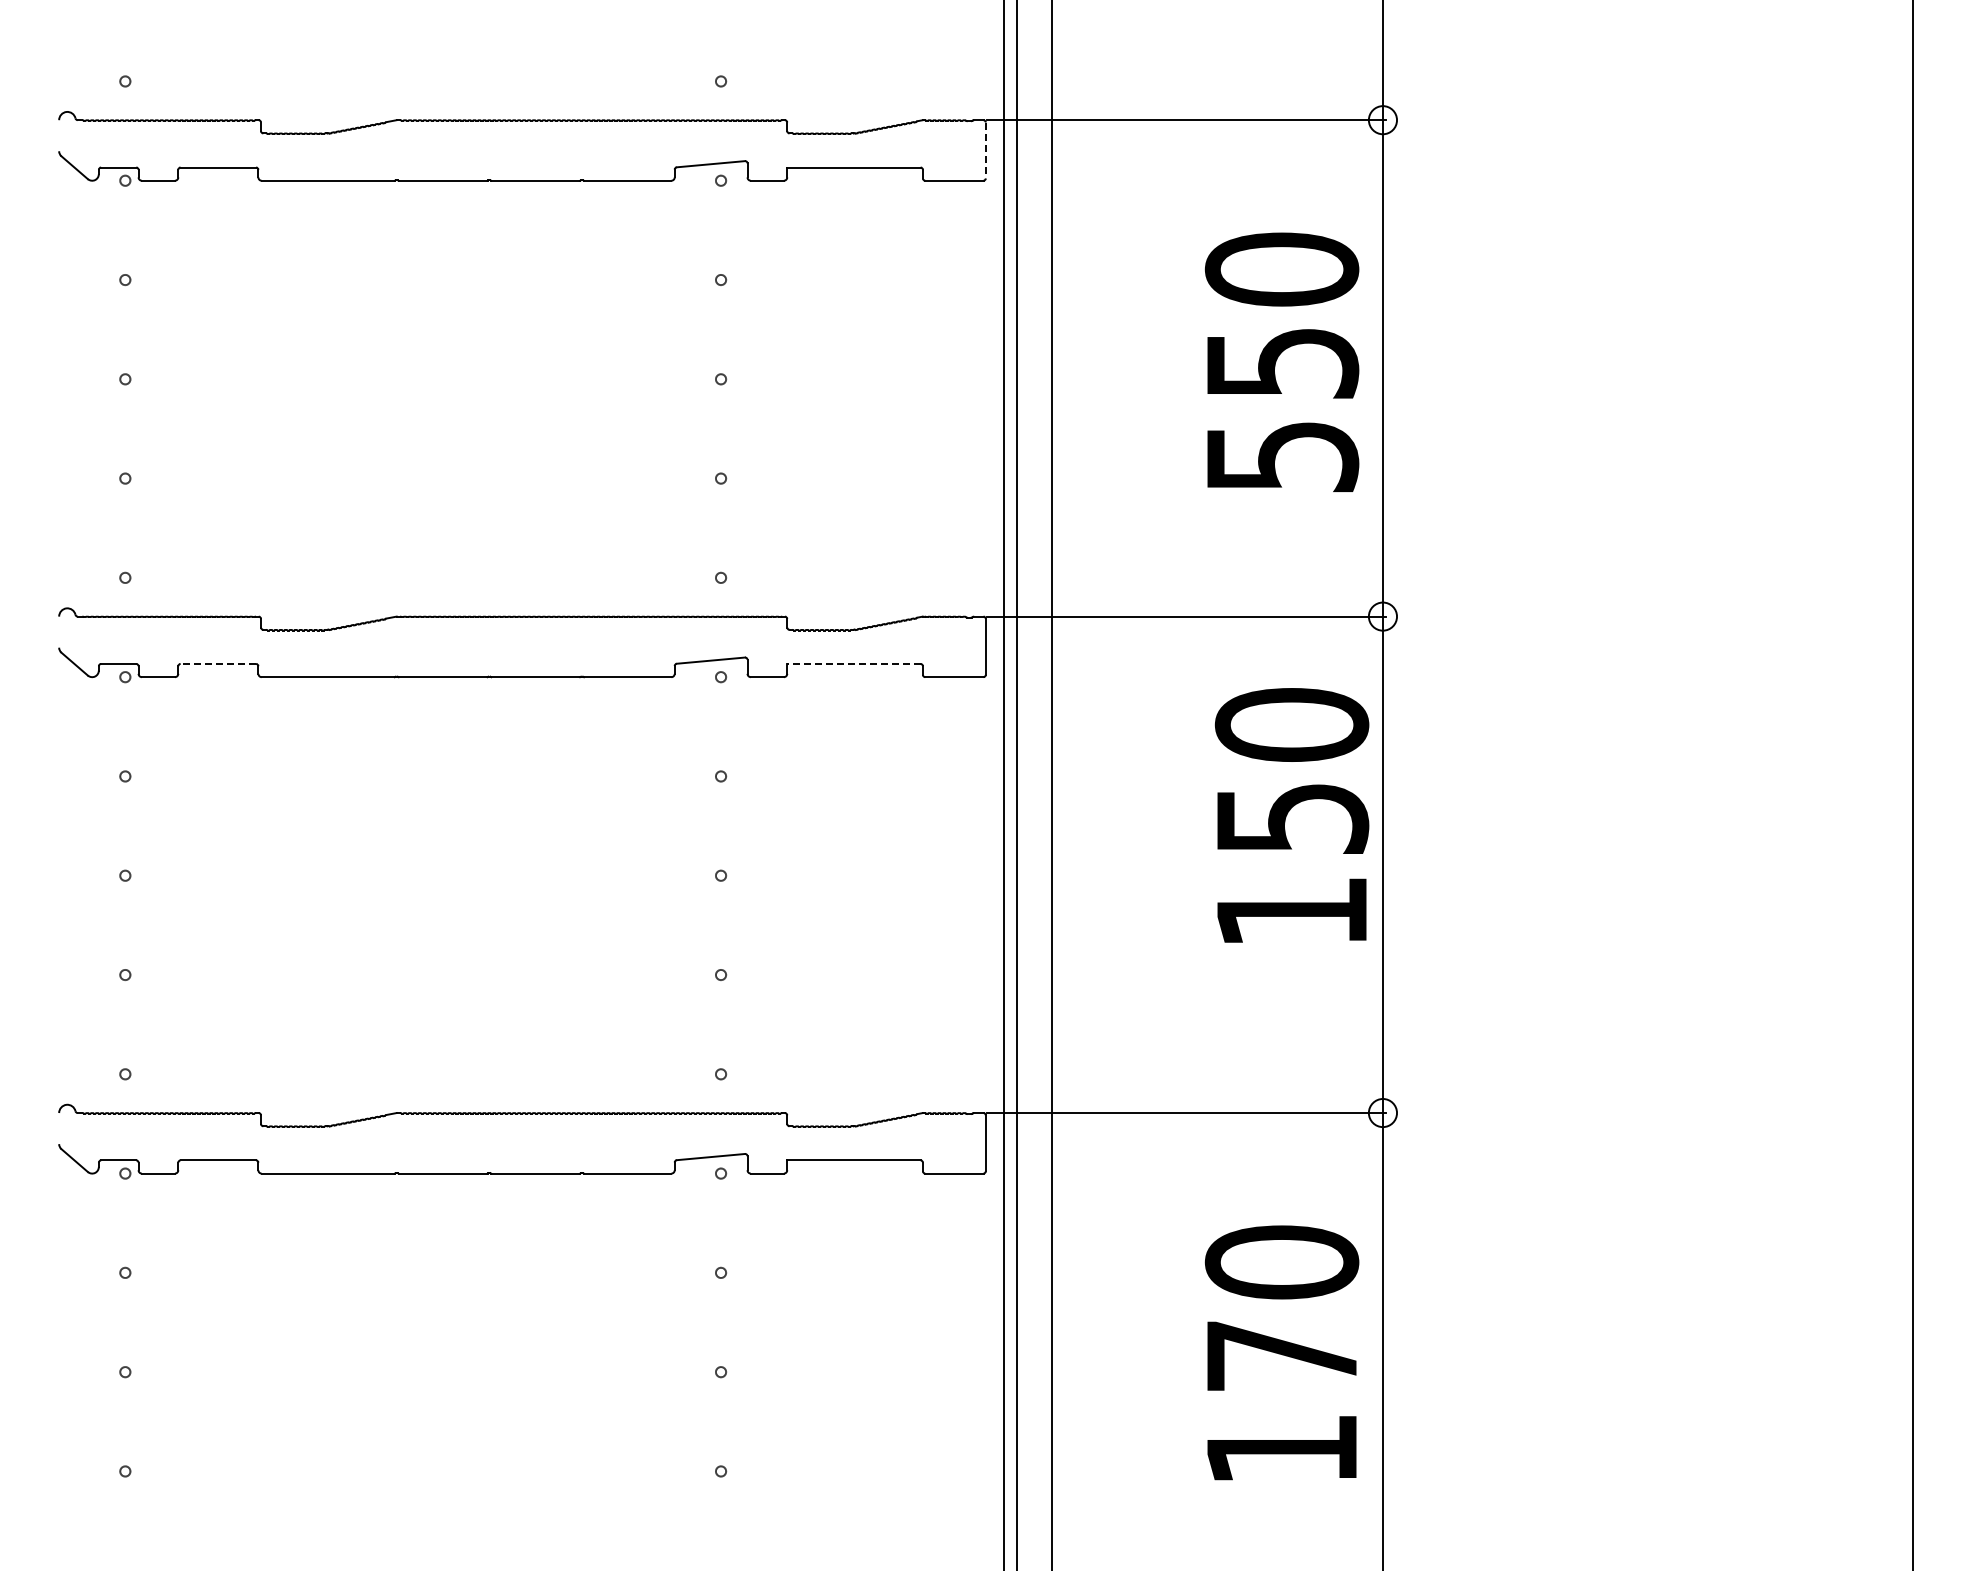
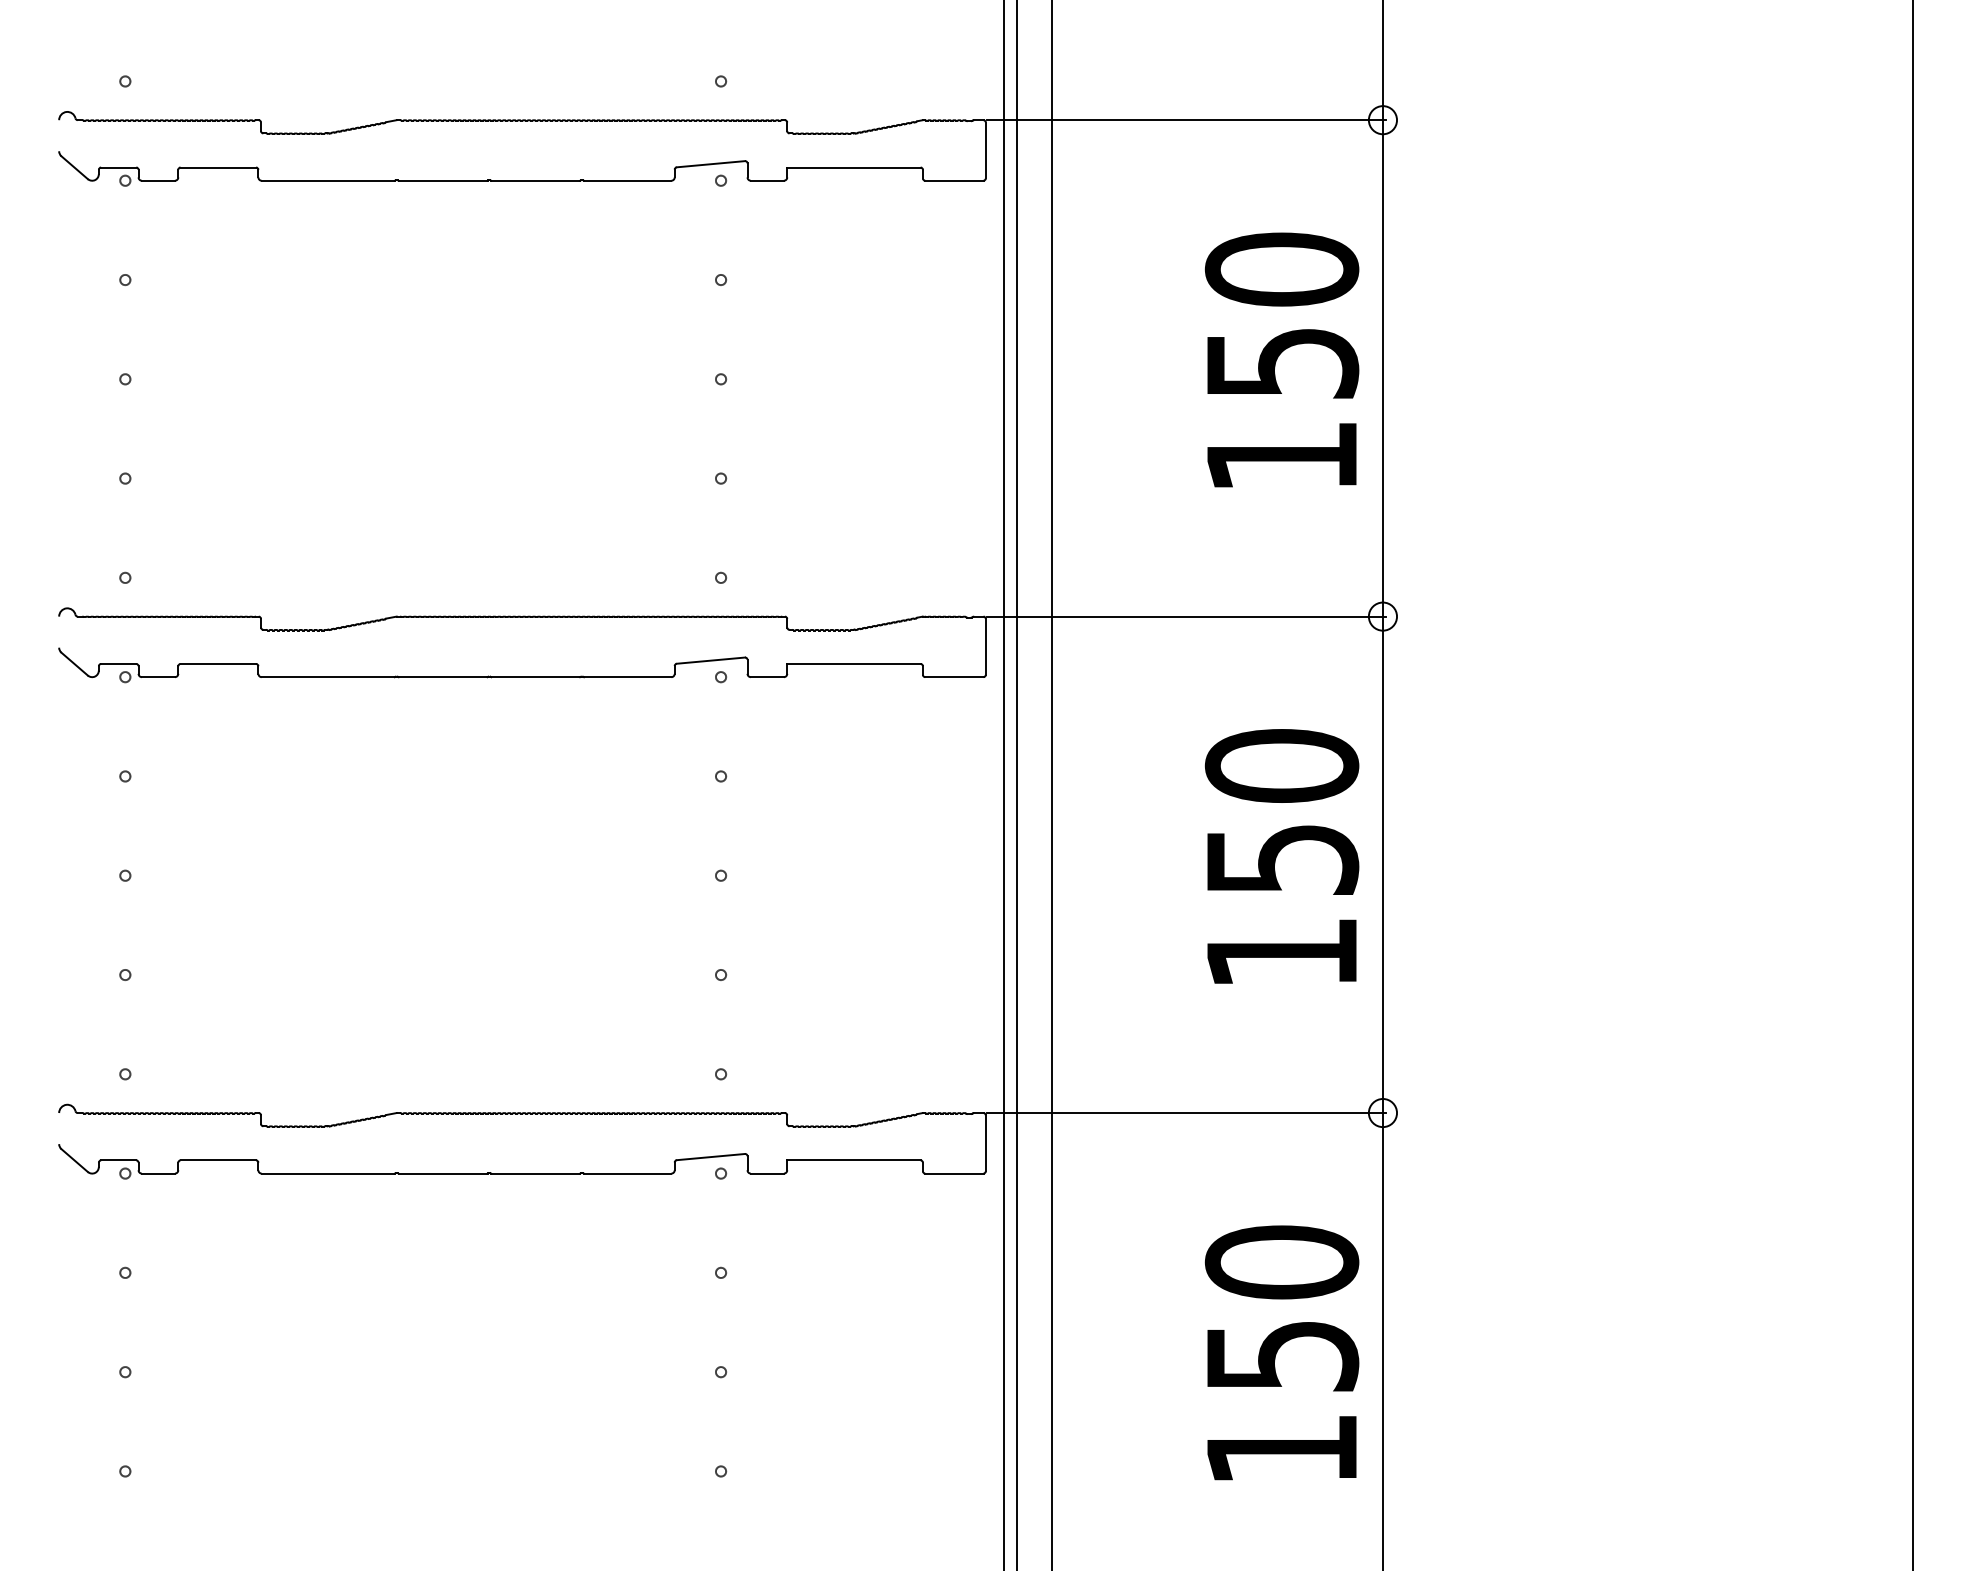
line at (985, 150): dashed -> solid
text at (1283, 457): 550 -> 150
line at (218, 663): dashed -> solid
line at (853, 663): dashed -> solid
text at (1292, 815) position: (1292, 815) -> (1282, 856)
text at (1283, 1356): 170 -> 150
